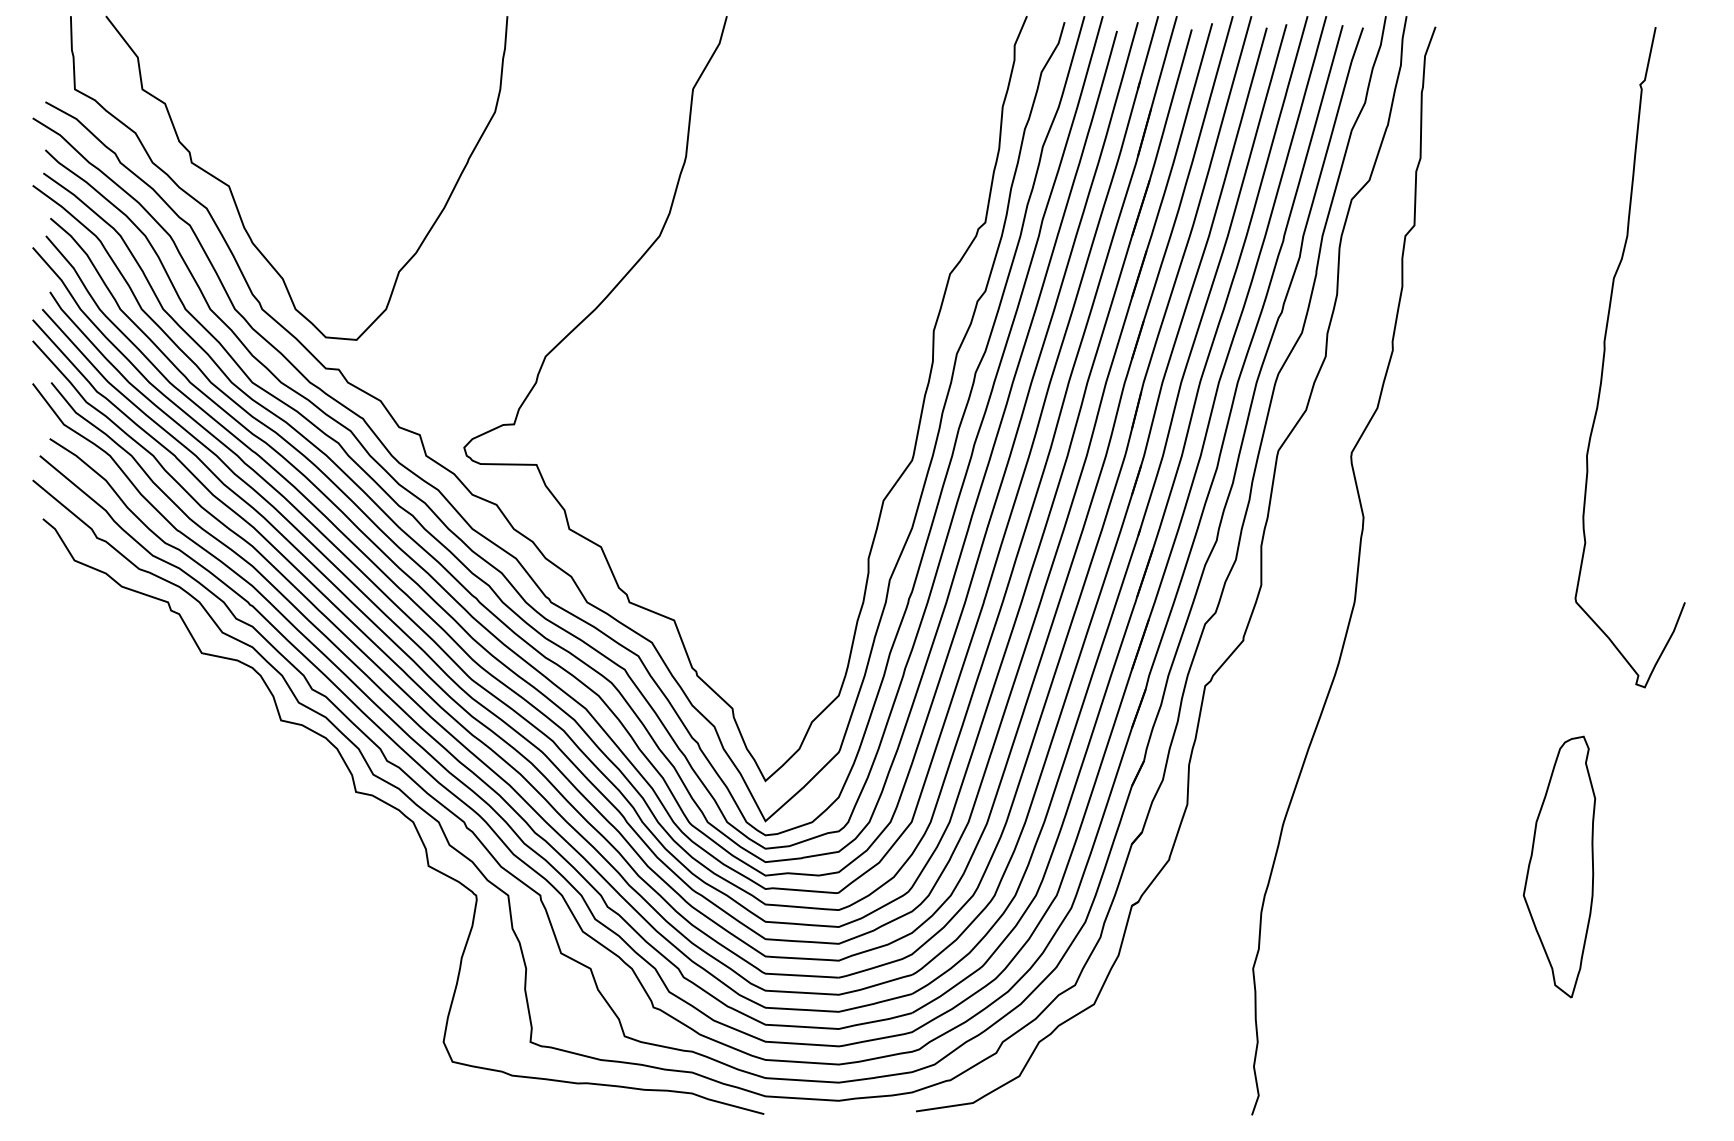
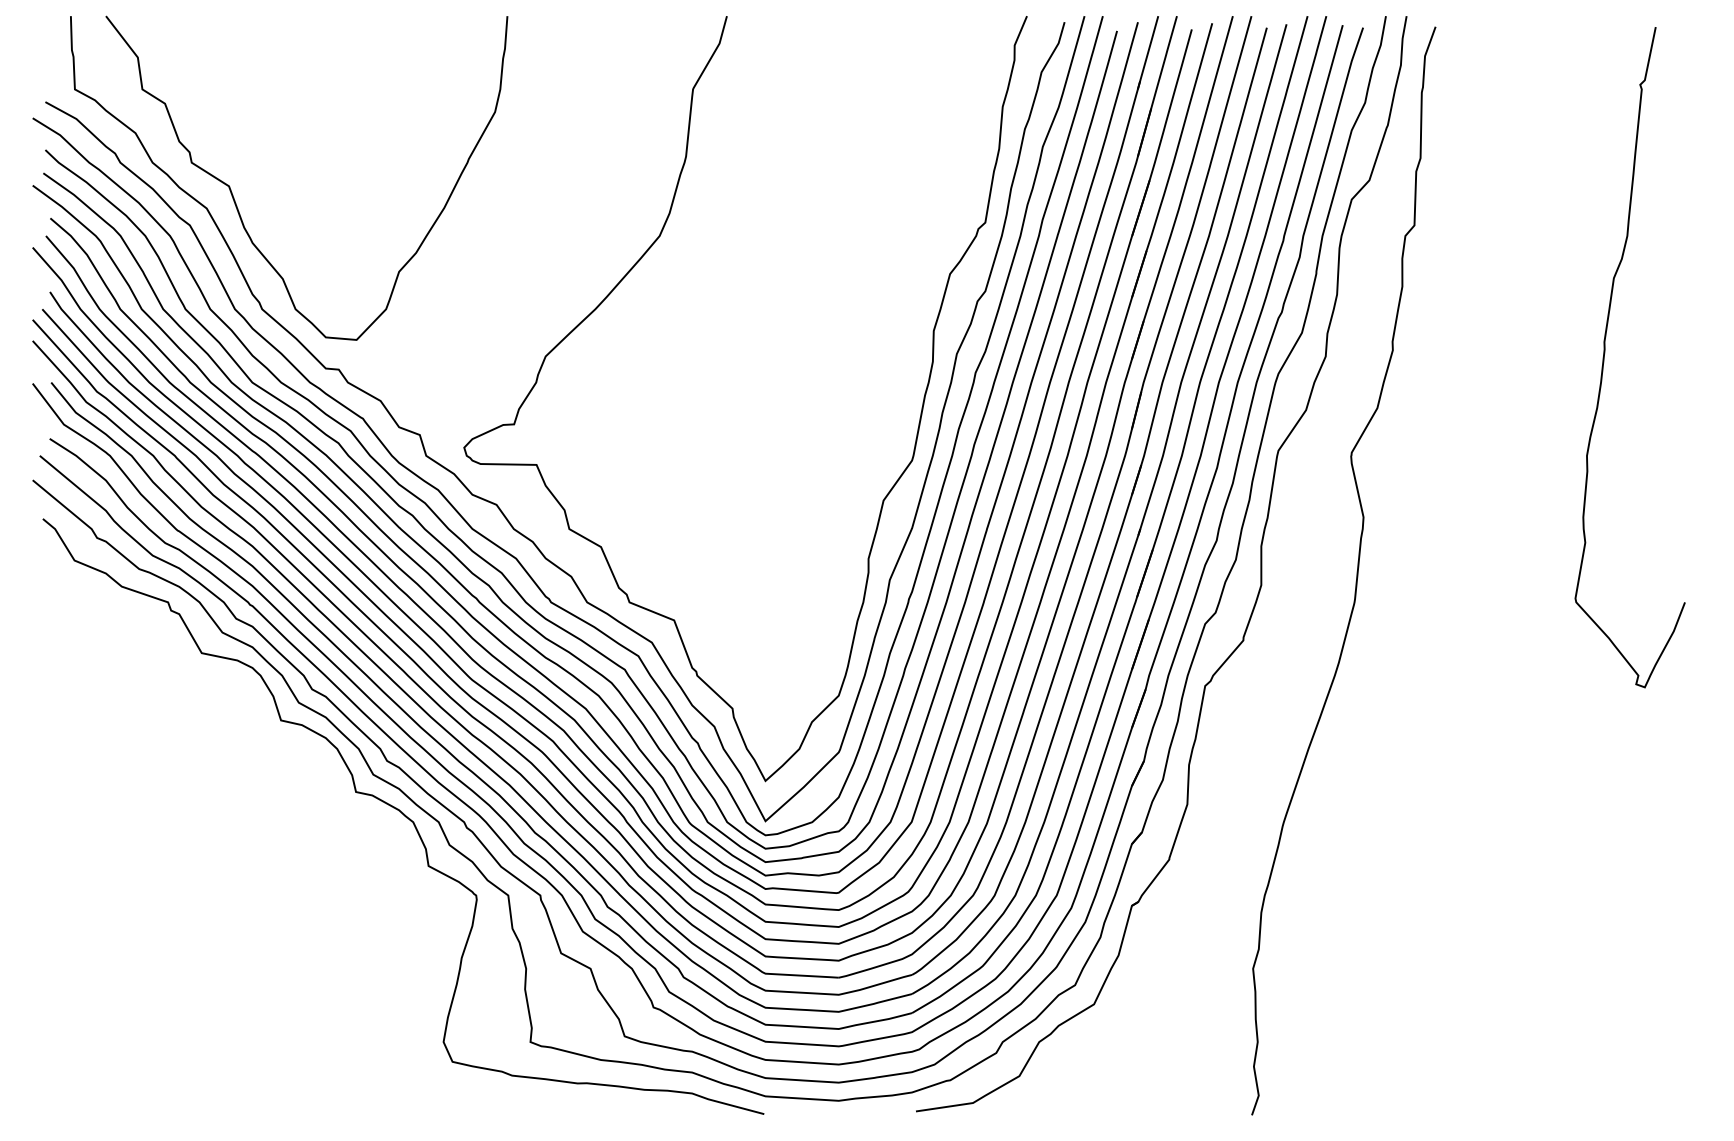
part at (1559, 866): present -> none
